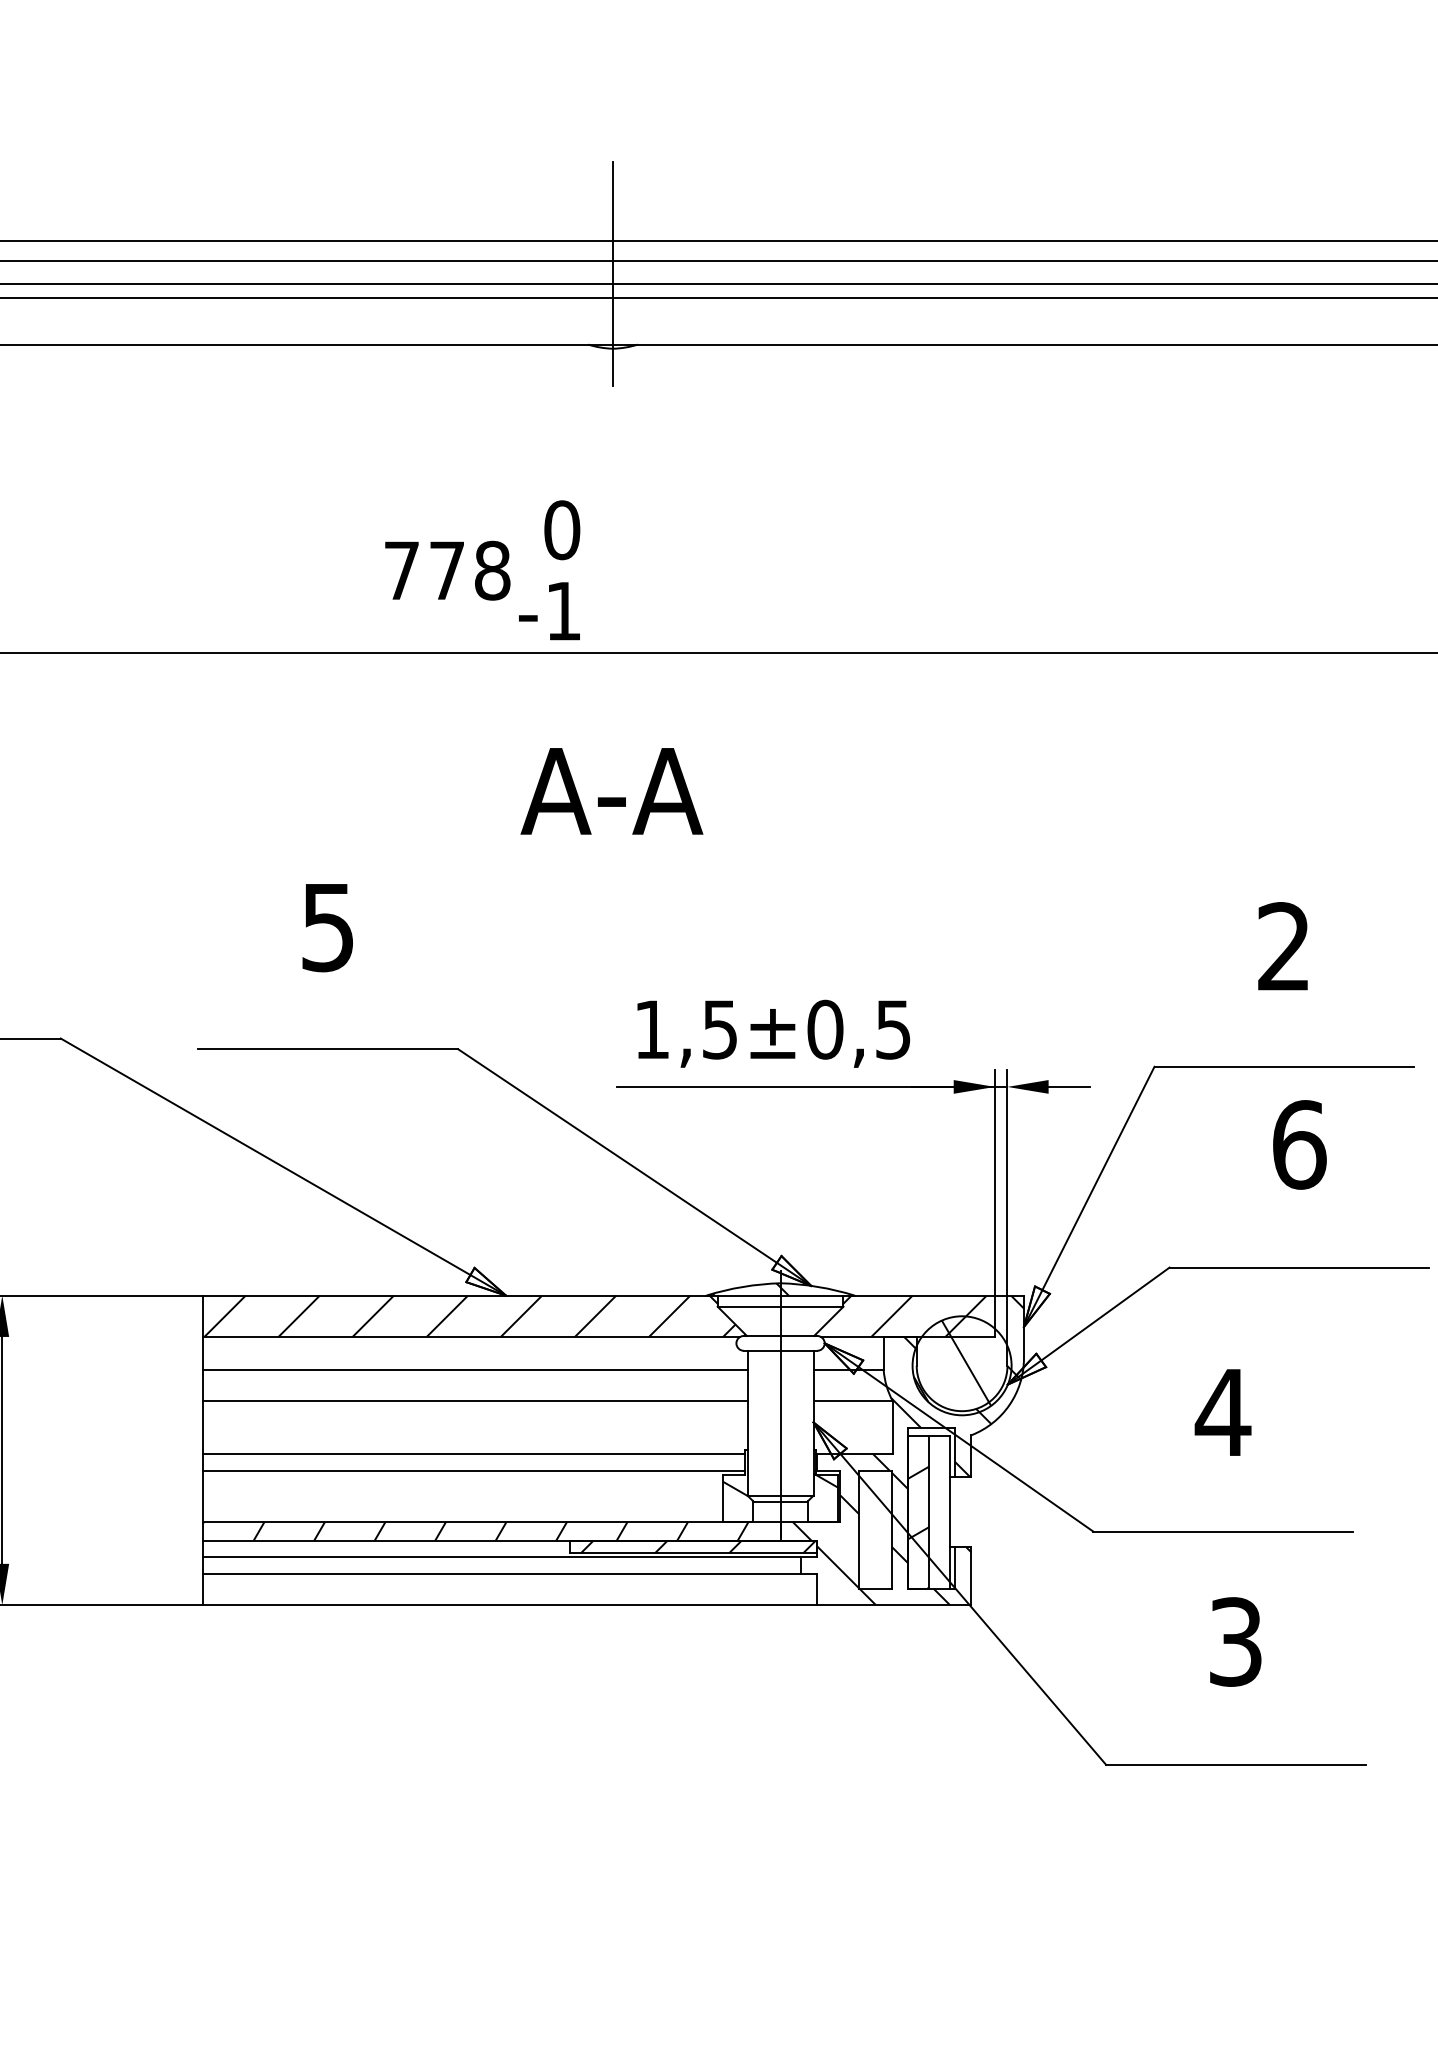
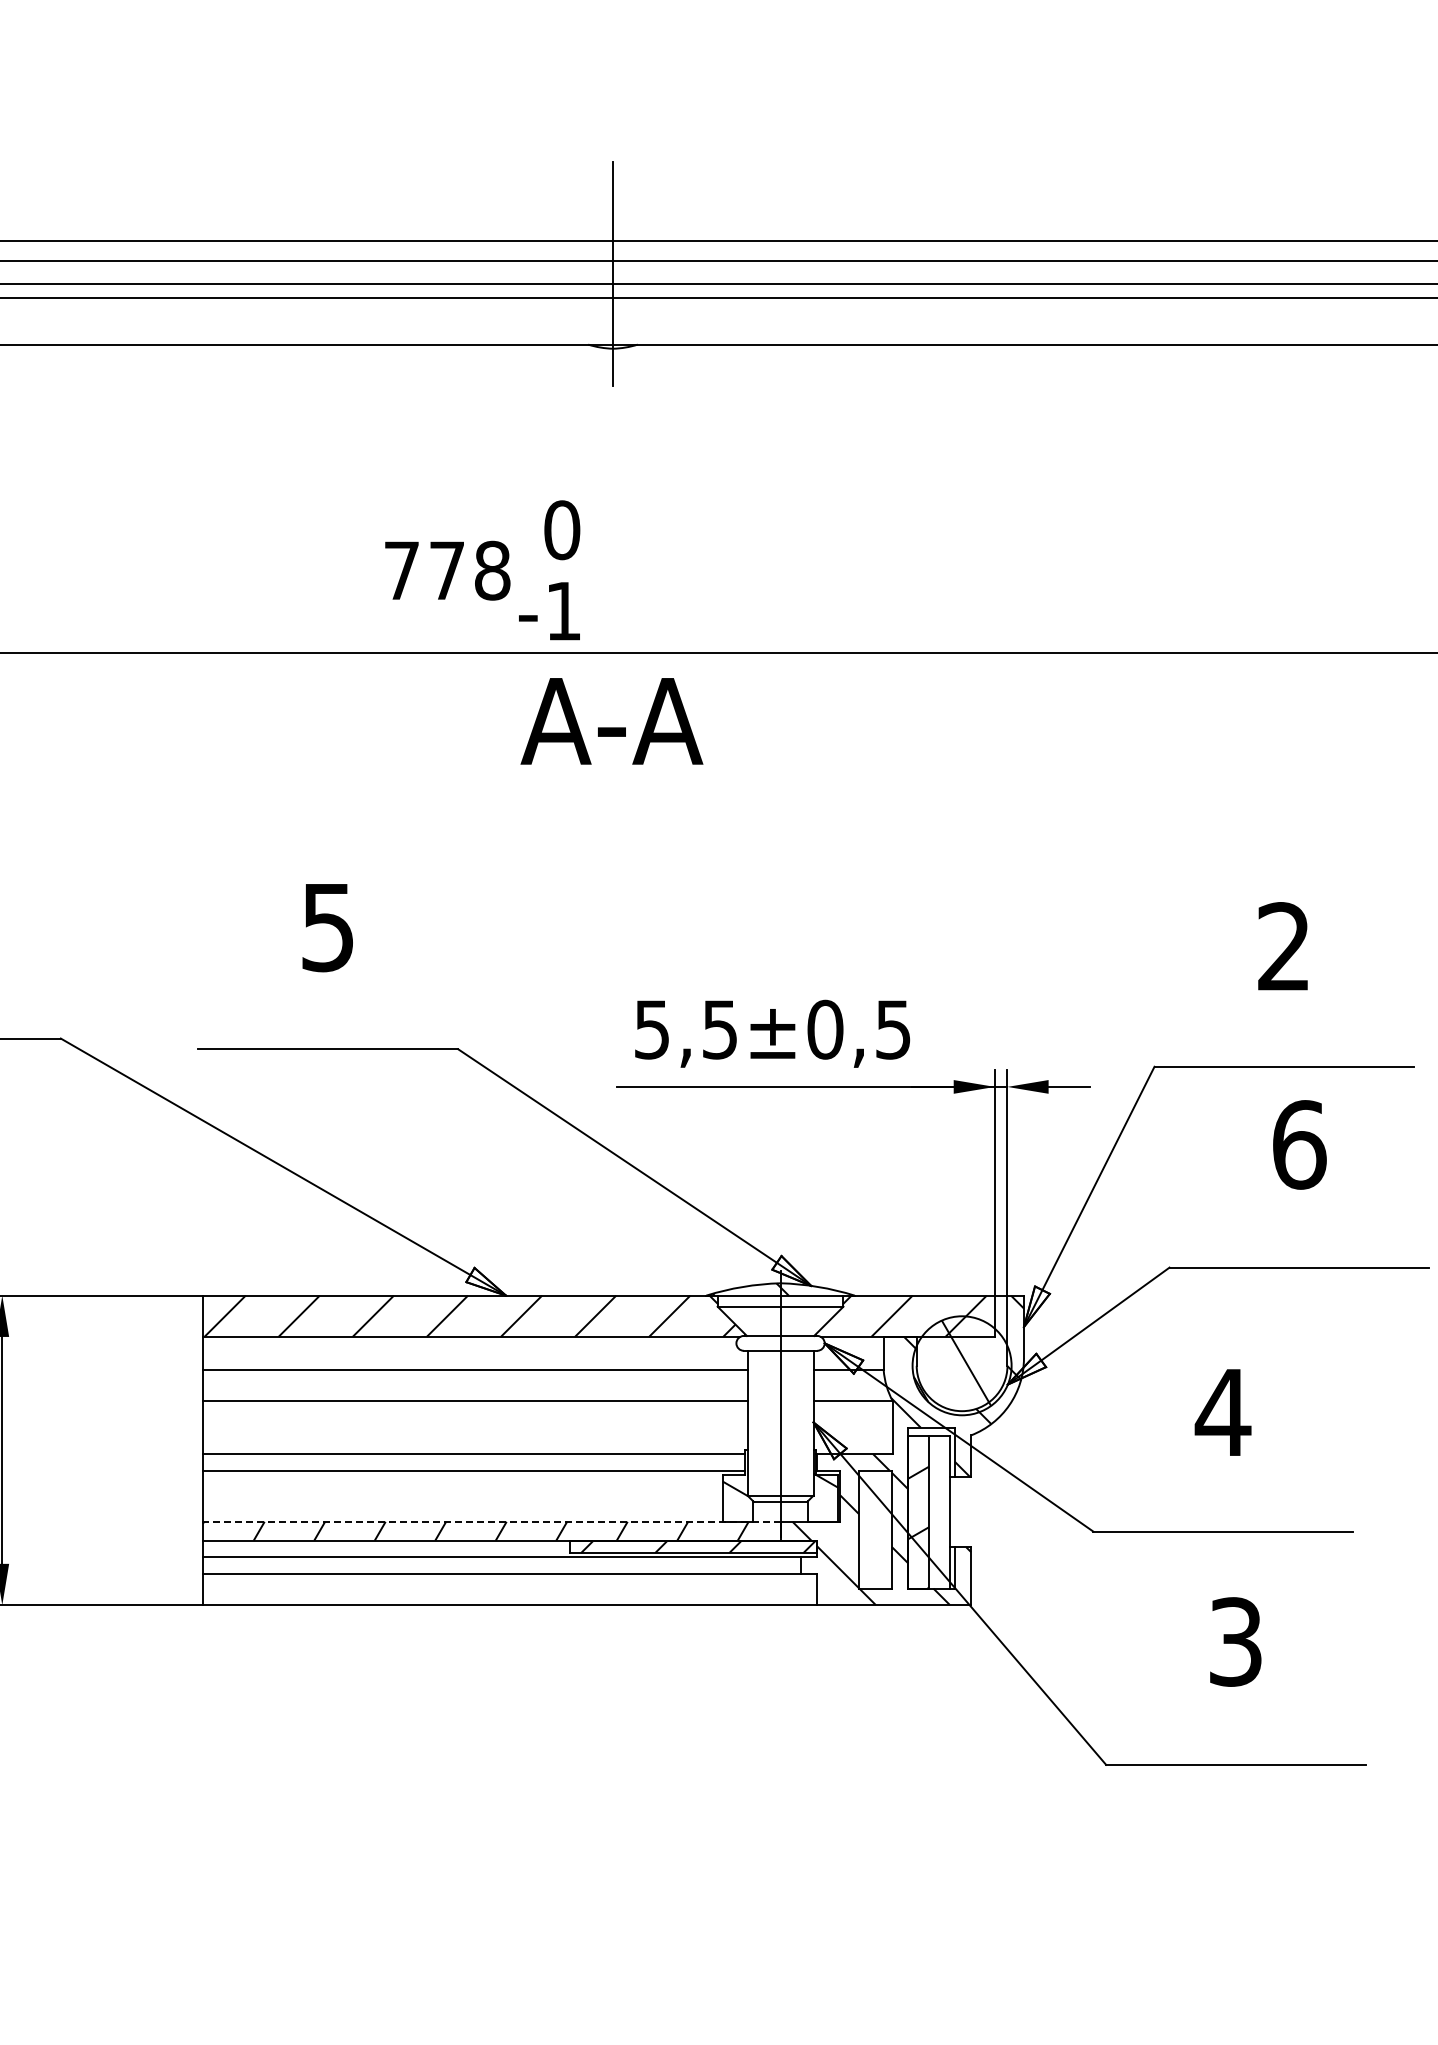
text at (611, 791) position: (611, 791) -> (611, 721)
text at (651, 1029): 1,5 -> 5,5
line at (491, 1521): solid -> dashed
